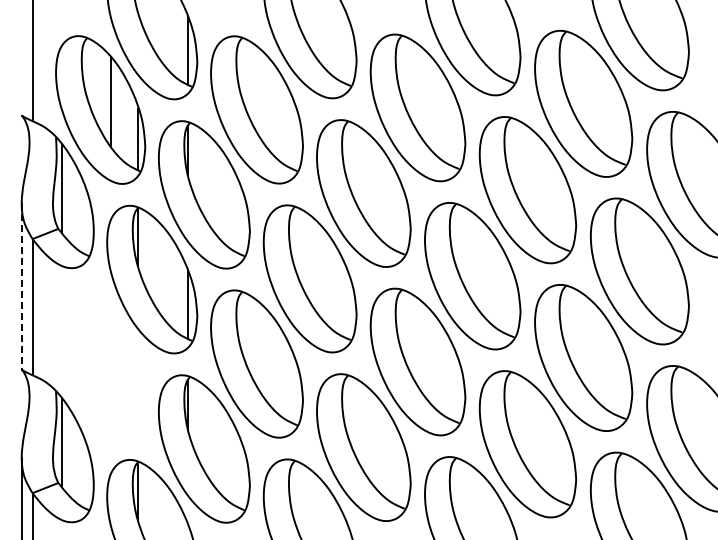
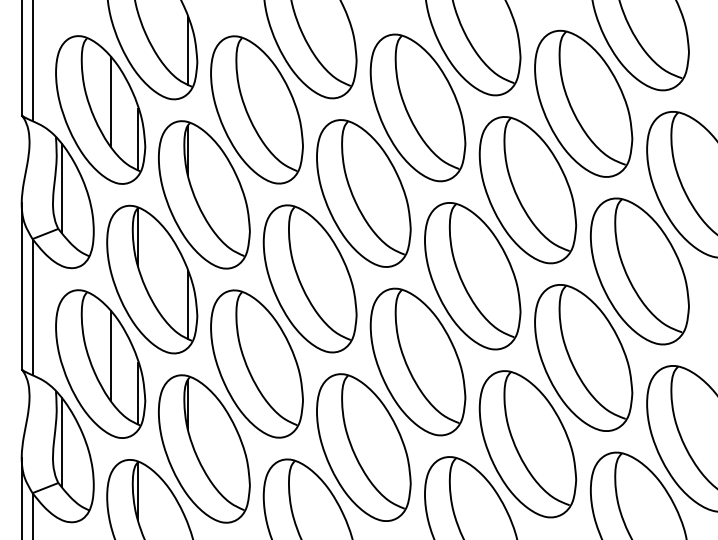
line at (21, 58): none -> present
line at (21, 287): dashed -> solid
part at (100, 363): none -> present
